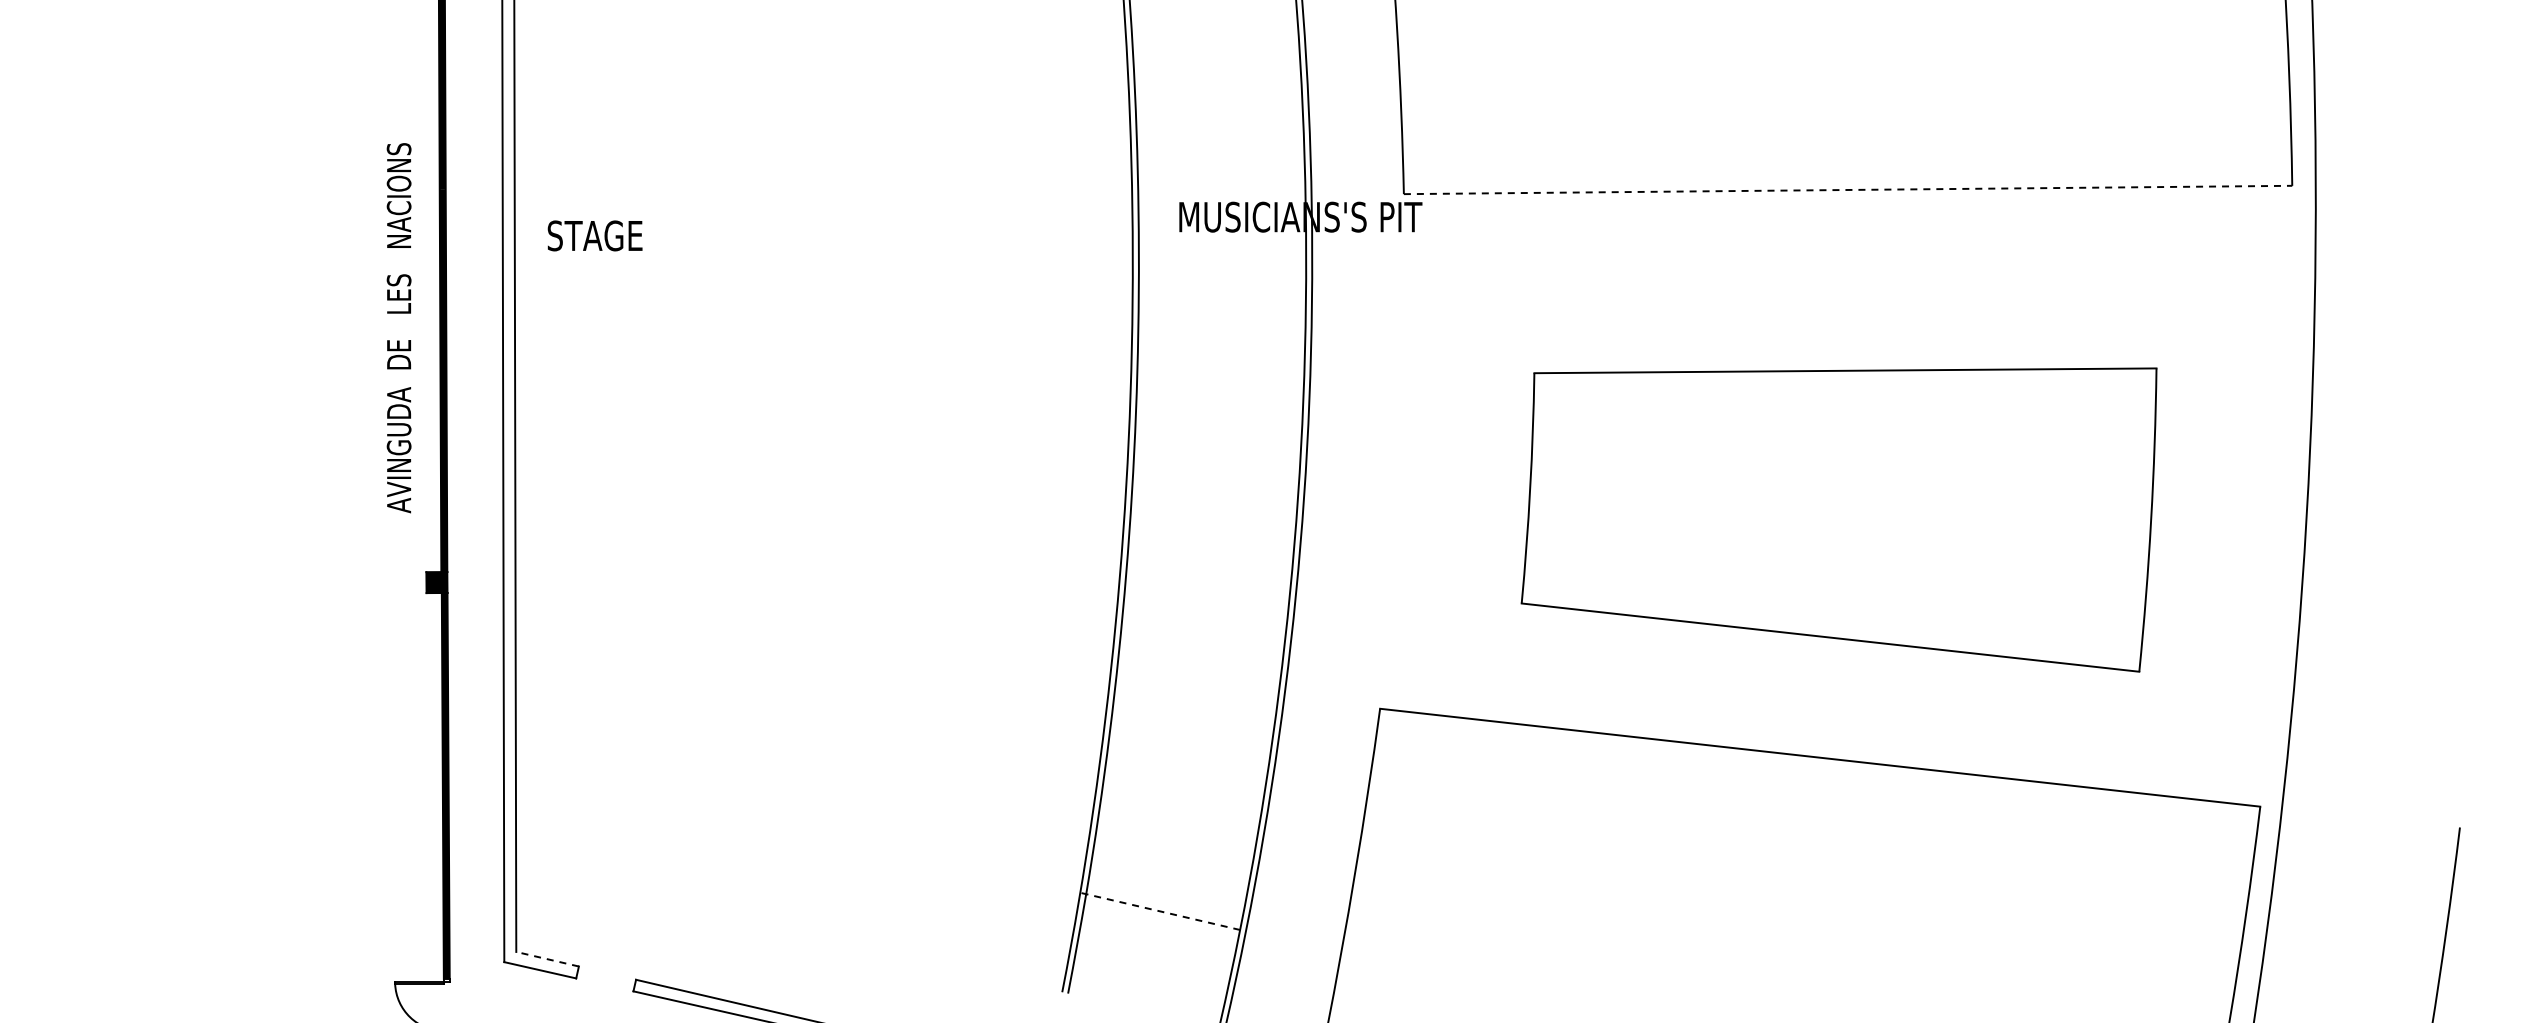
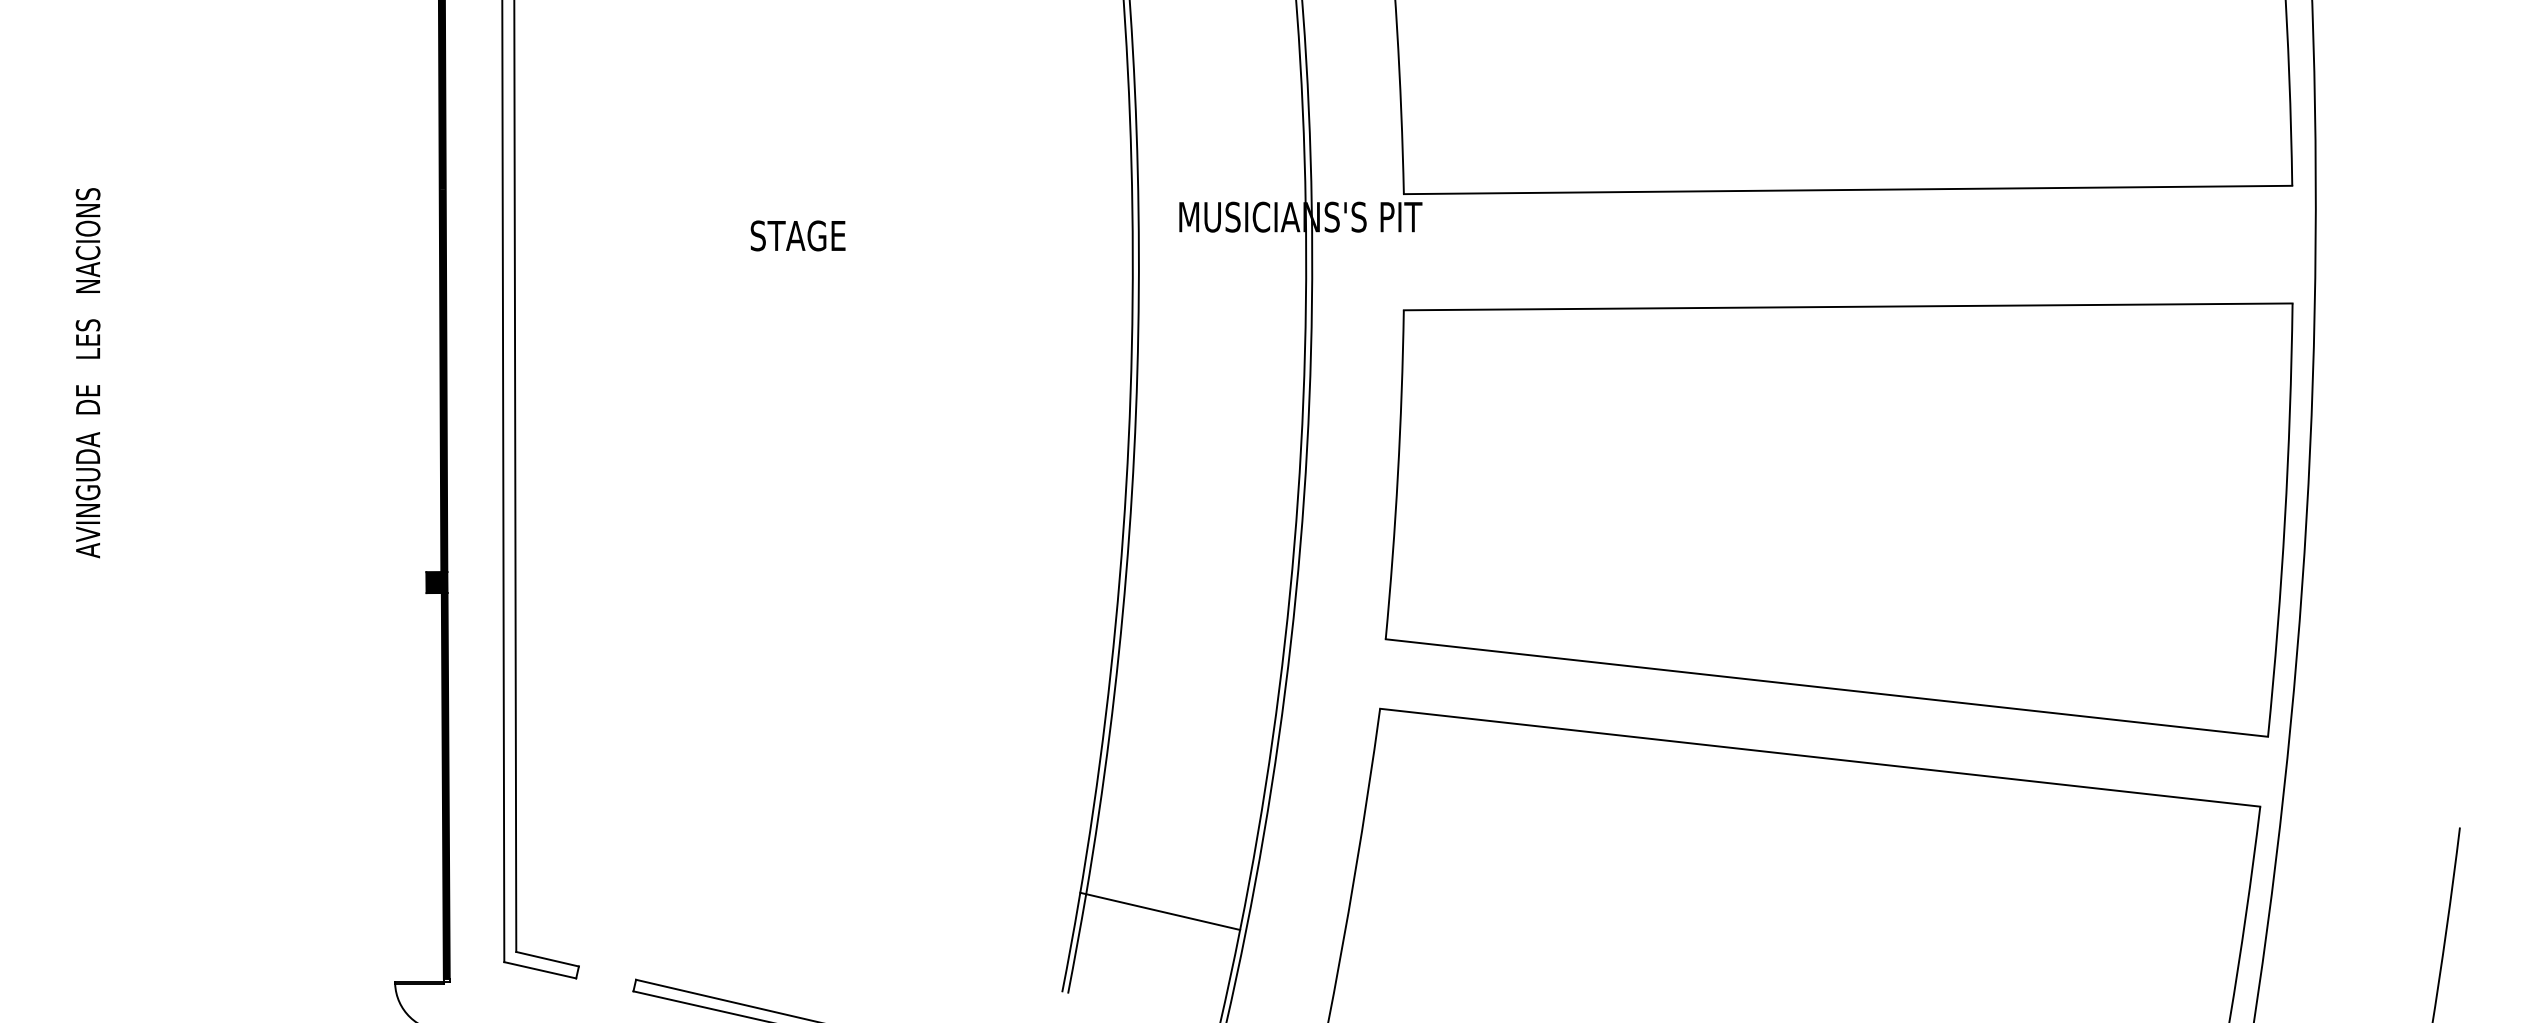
line at (1848, 189): dashed -> solid
text at (594, 235) position: (594, 235) -> (797, 235)
text at (398, 328) position: (398, 328) -> (87, 373)
part at (1838, 519) size: 638x306 px -> 910x436 px
line at (1159, 911): dashed -> solid
line at (547, 959): dashed -> solid
